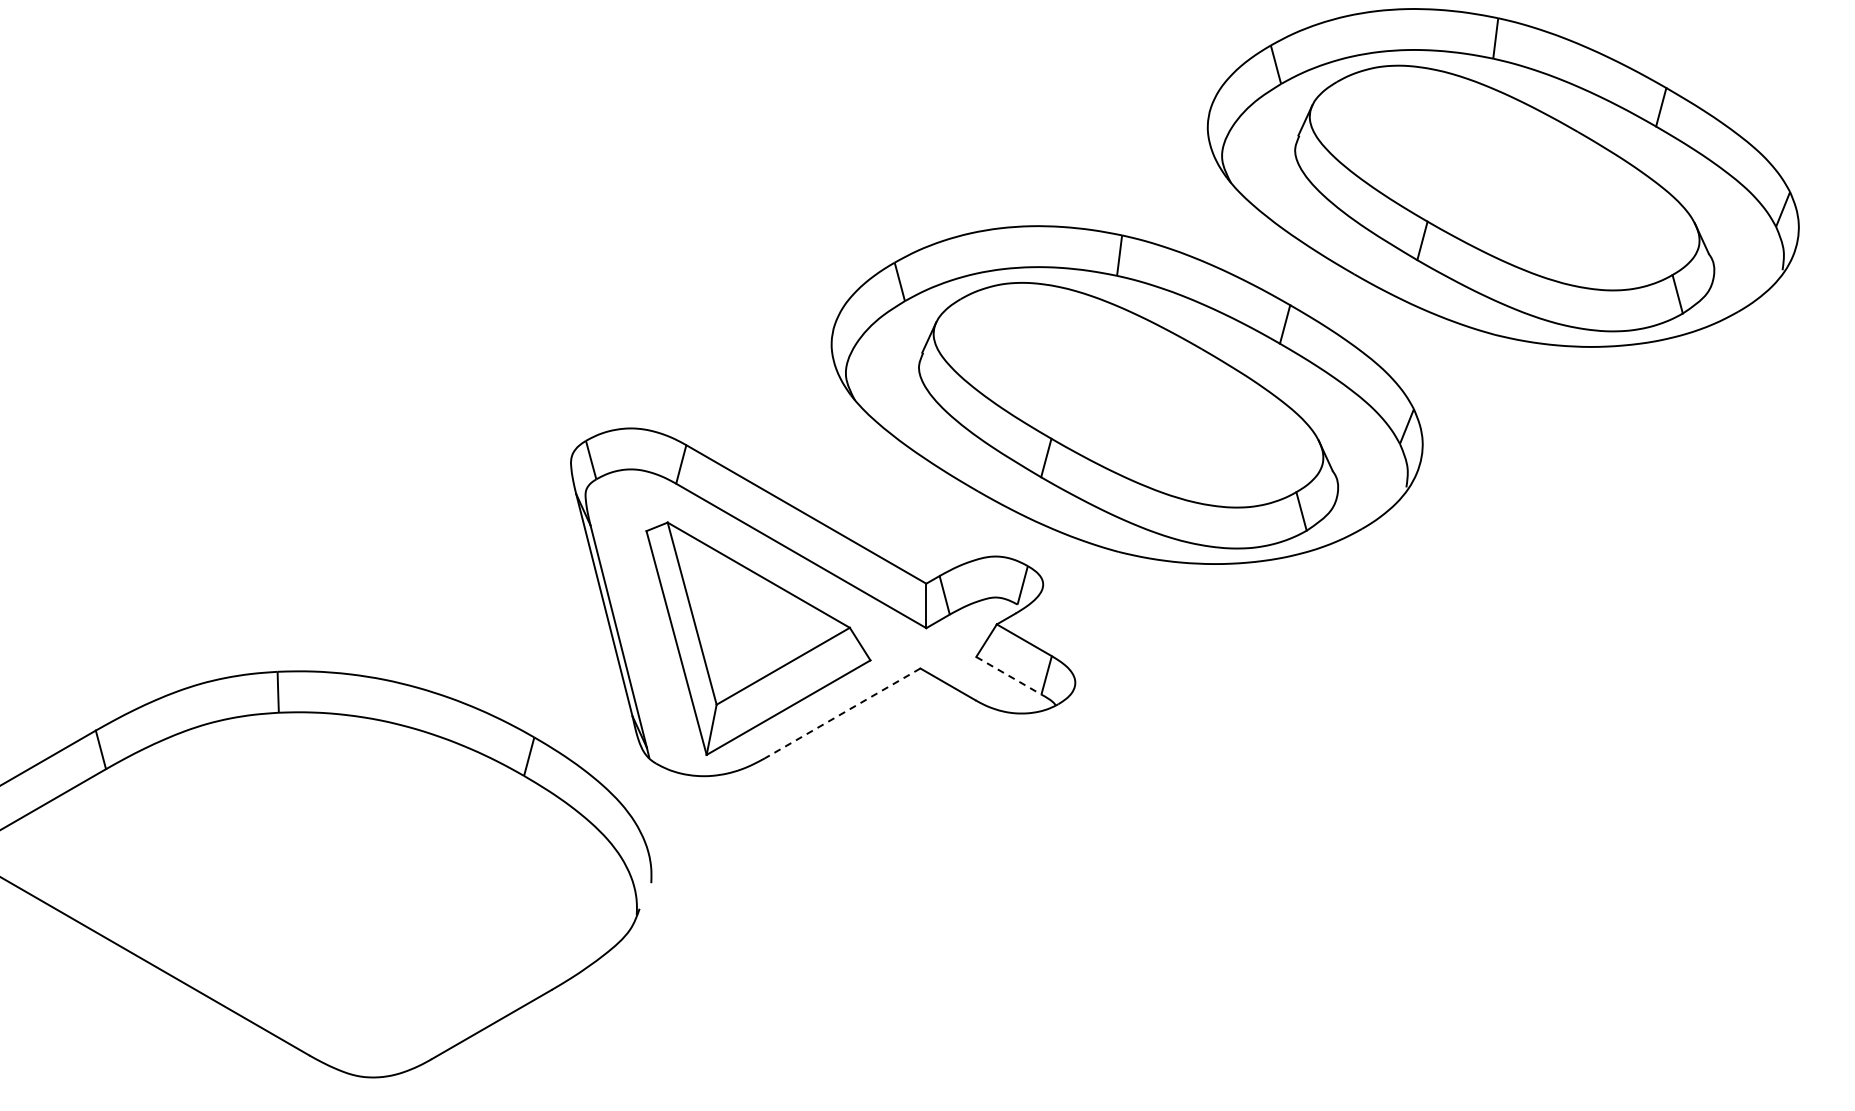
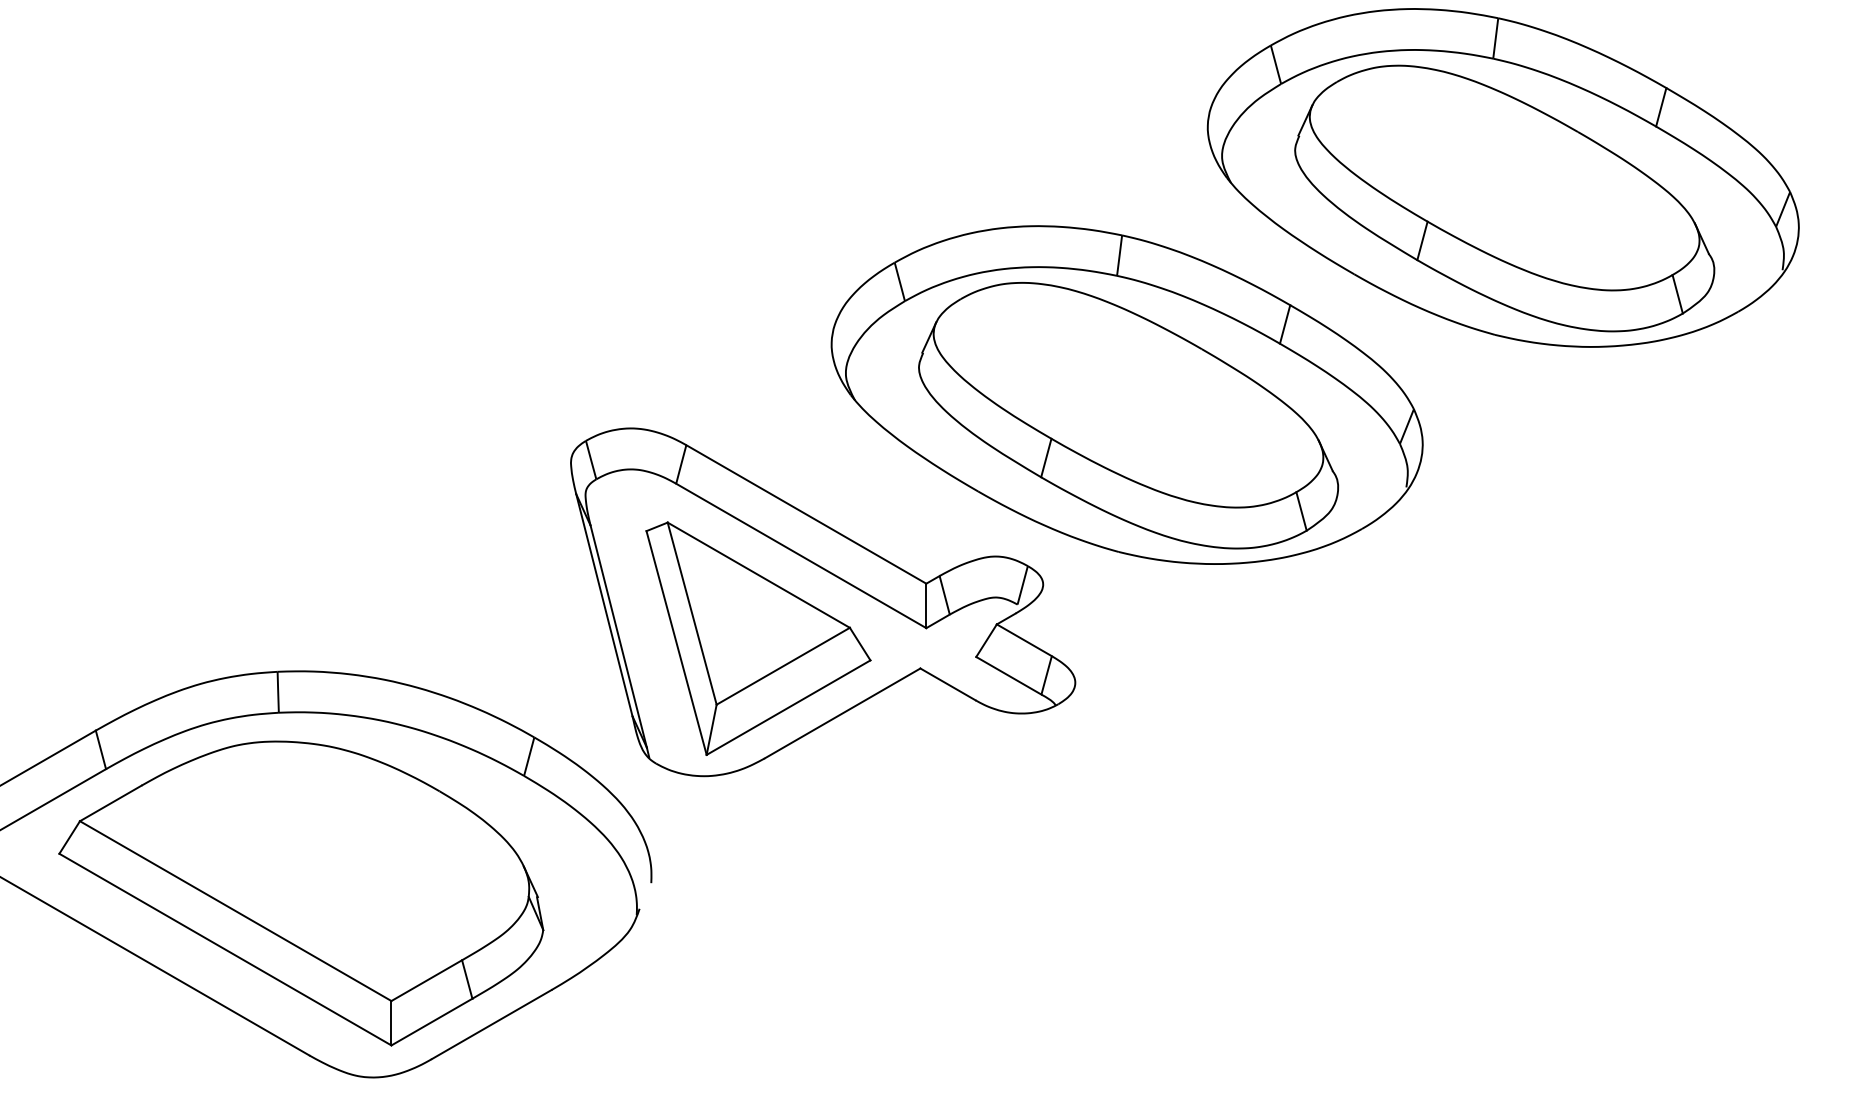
line at (1008, 675): dashed -> solid
line at (842, 713): dashed -> solid
part at (301, 893): none -> present
